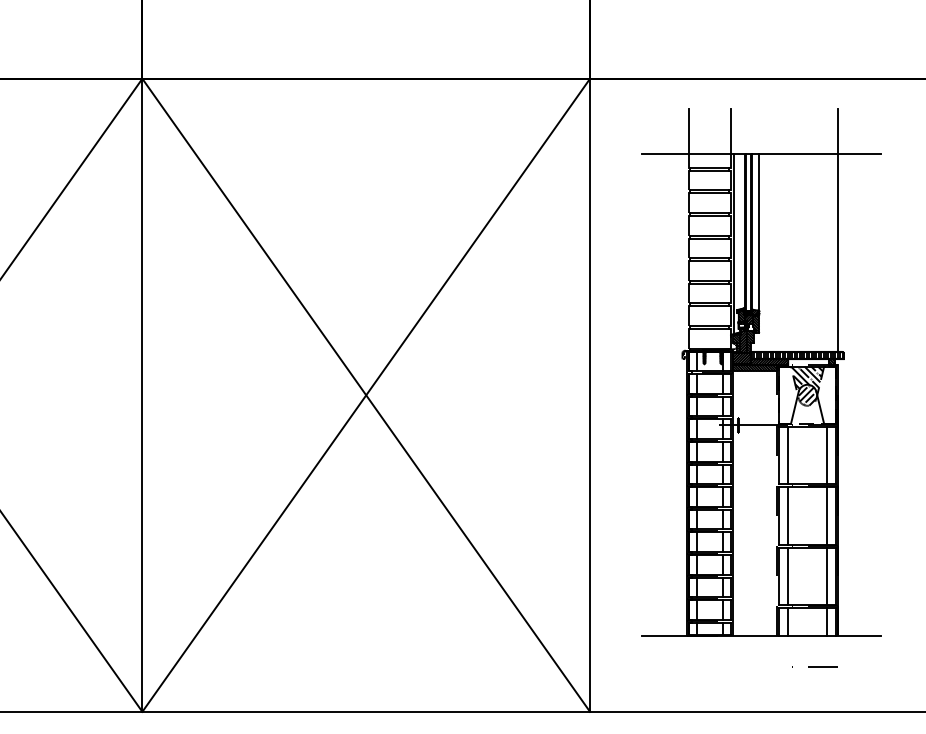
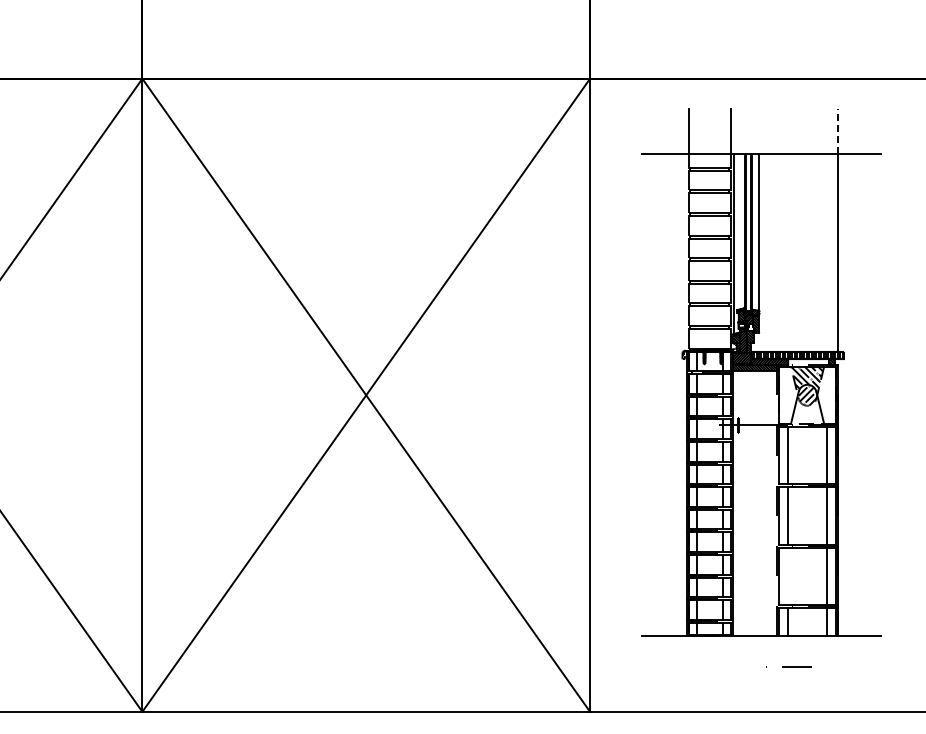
line at (837, 131): solid -> dashed
line at (787, 575): present -> none
line at (814, 666) position: (814, 666) -> (788, 666)
